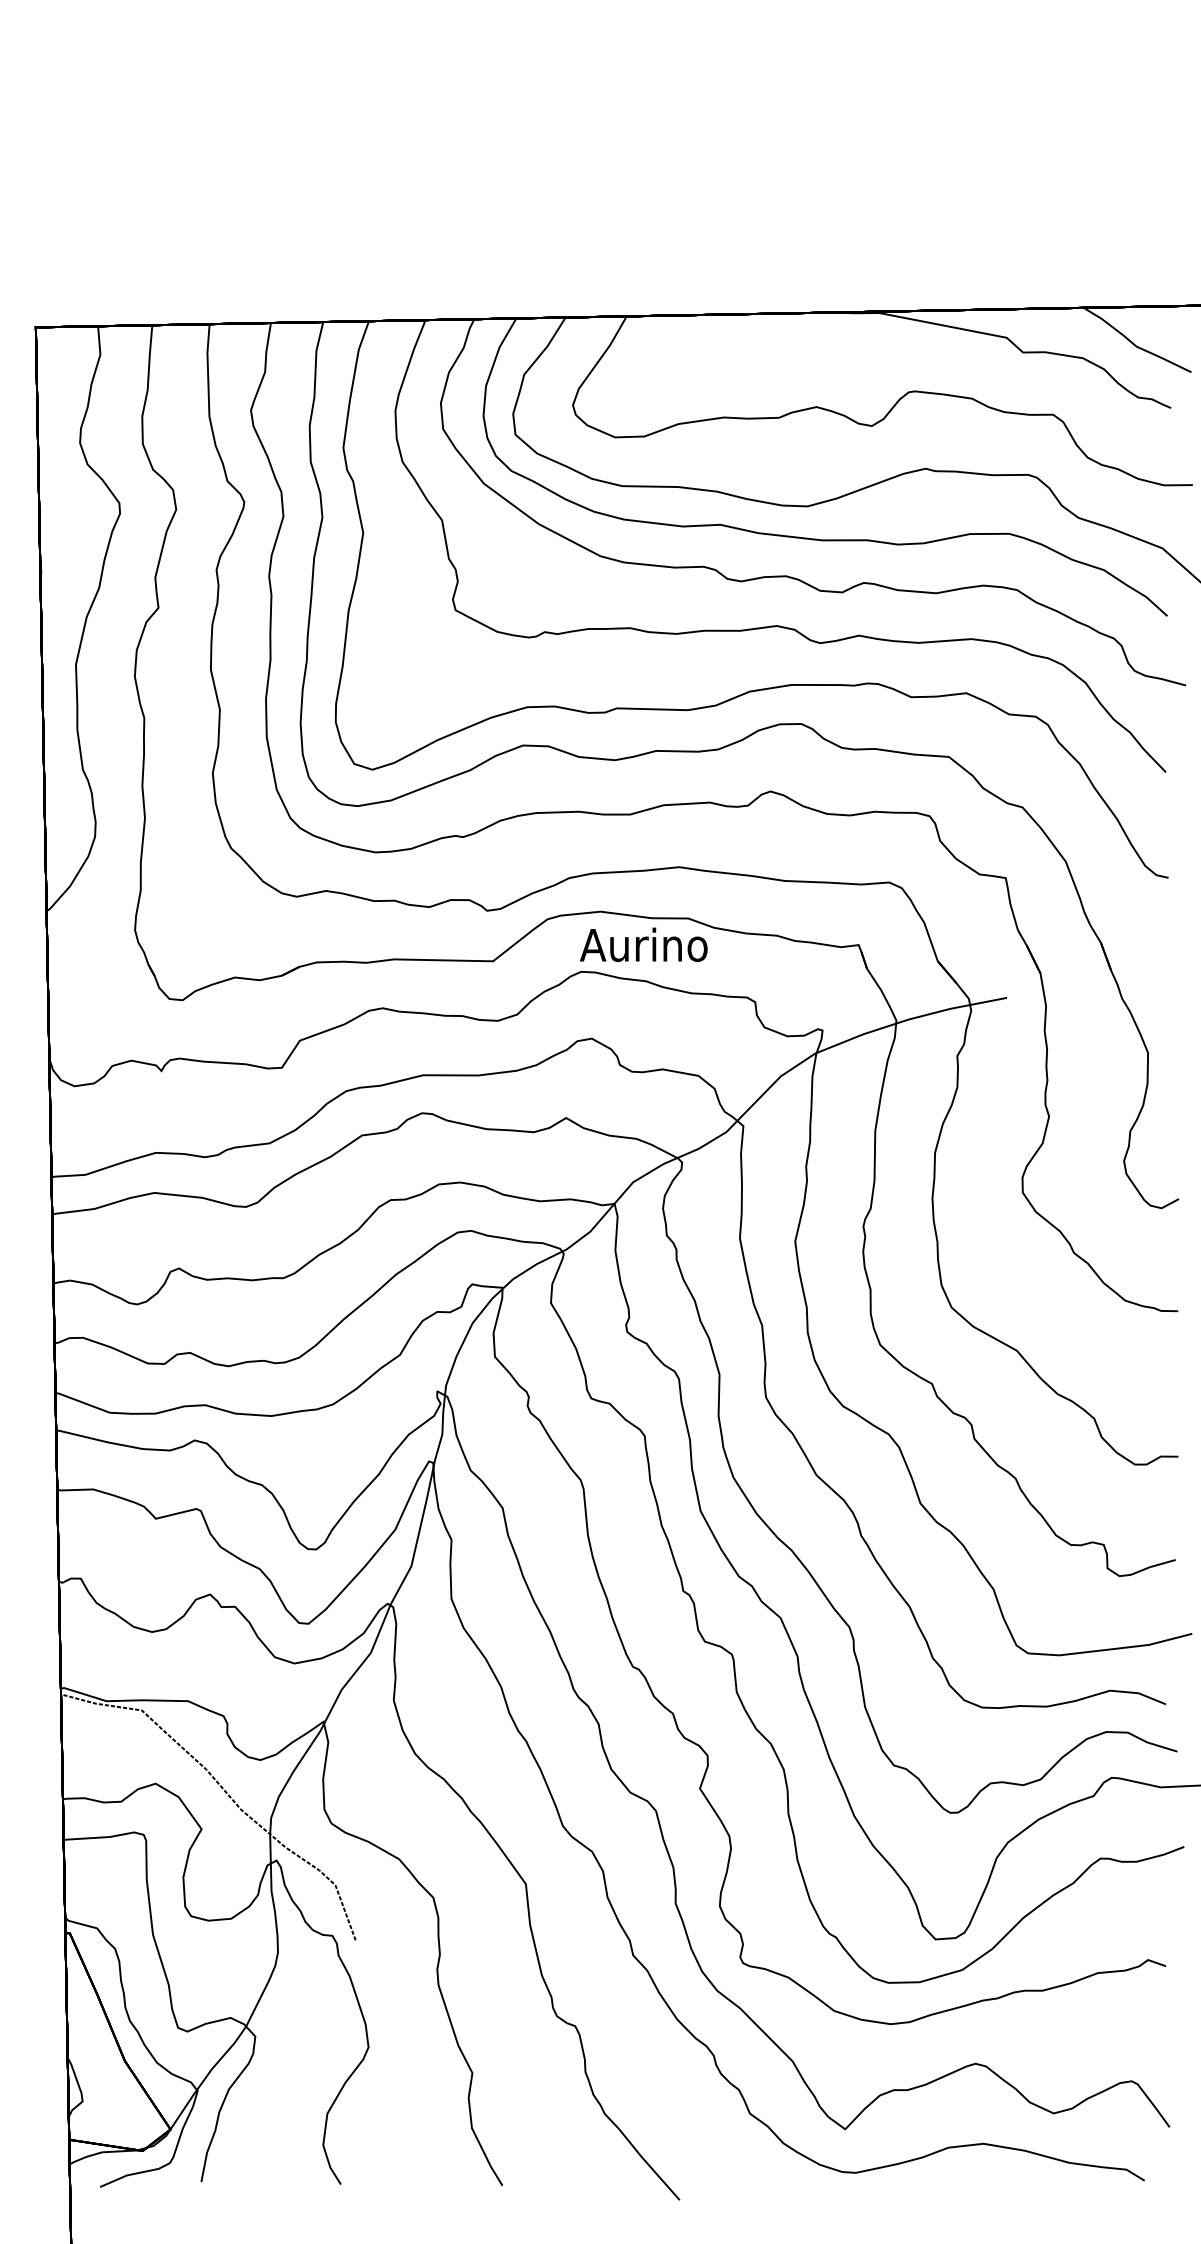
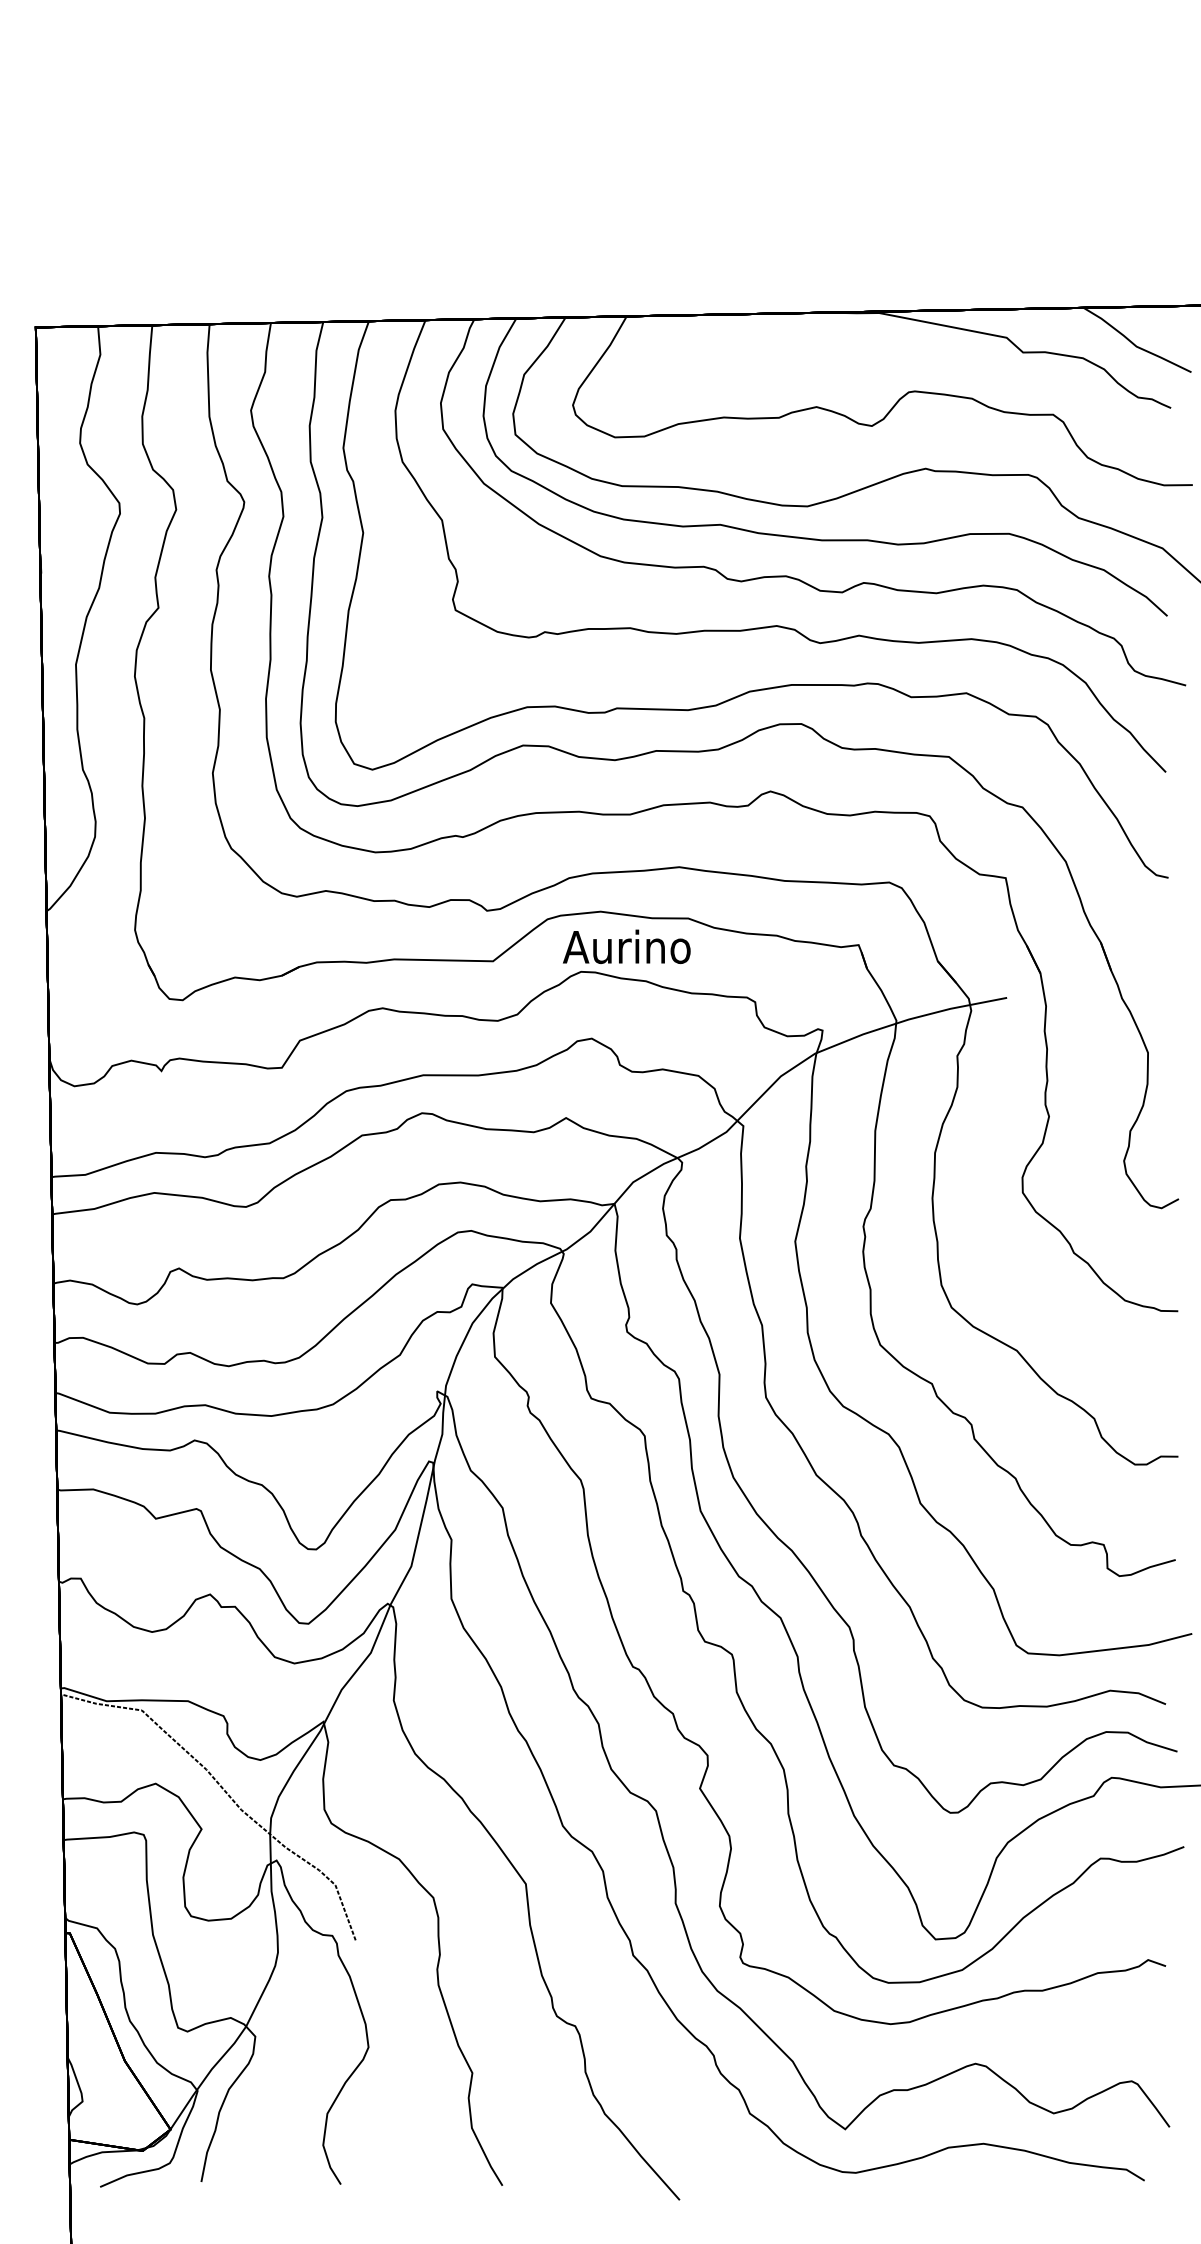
text at (643, 944) position: (643, 944) -> (626, 946)
